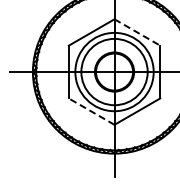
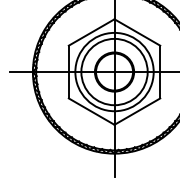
line at (137, 32): dashed -> solid
line at (91, 111): dashed -> solid
